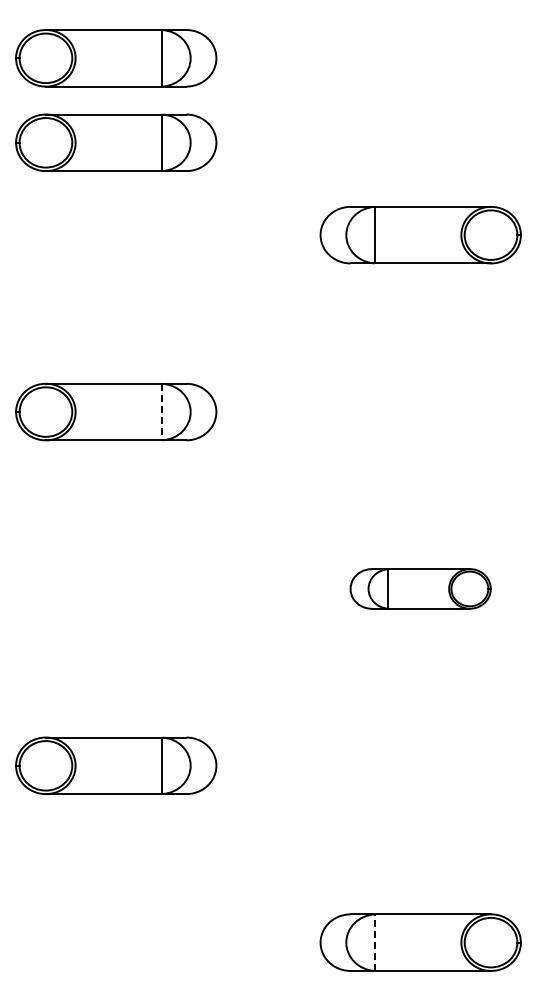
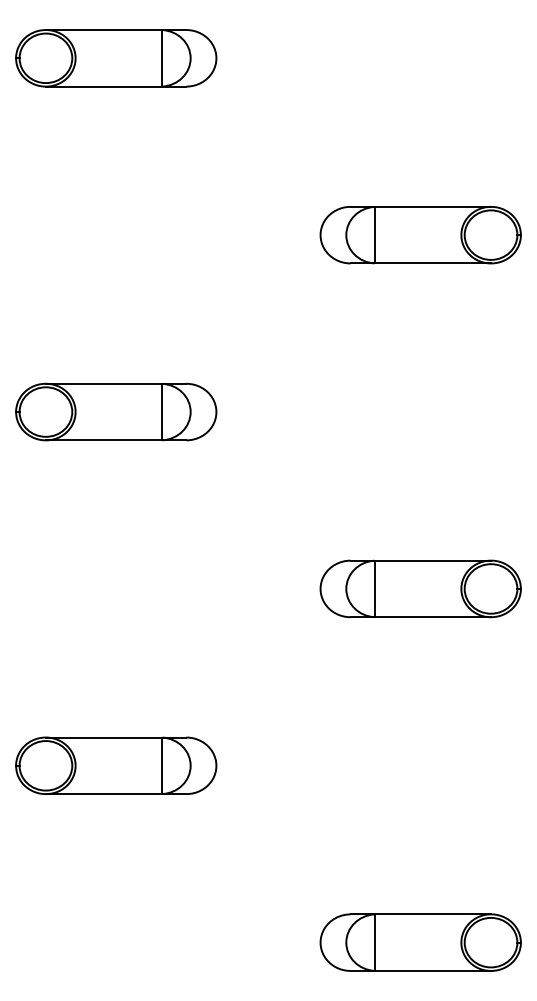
part at (116, 142): present -> none
line at (162, 412): dashed -> solid
part at (420, 588) size: 143x42 px -> 203x60 px
line at (374, 942): dashed -> solid
